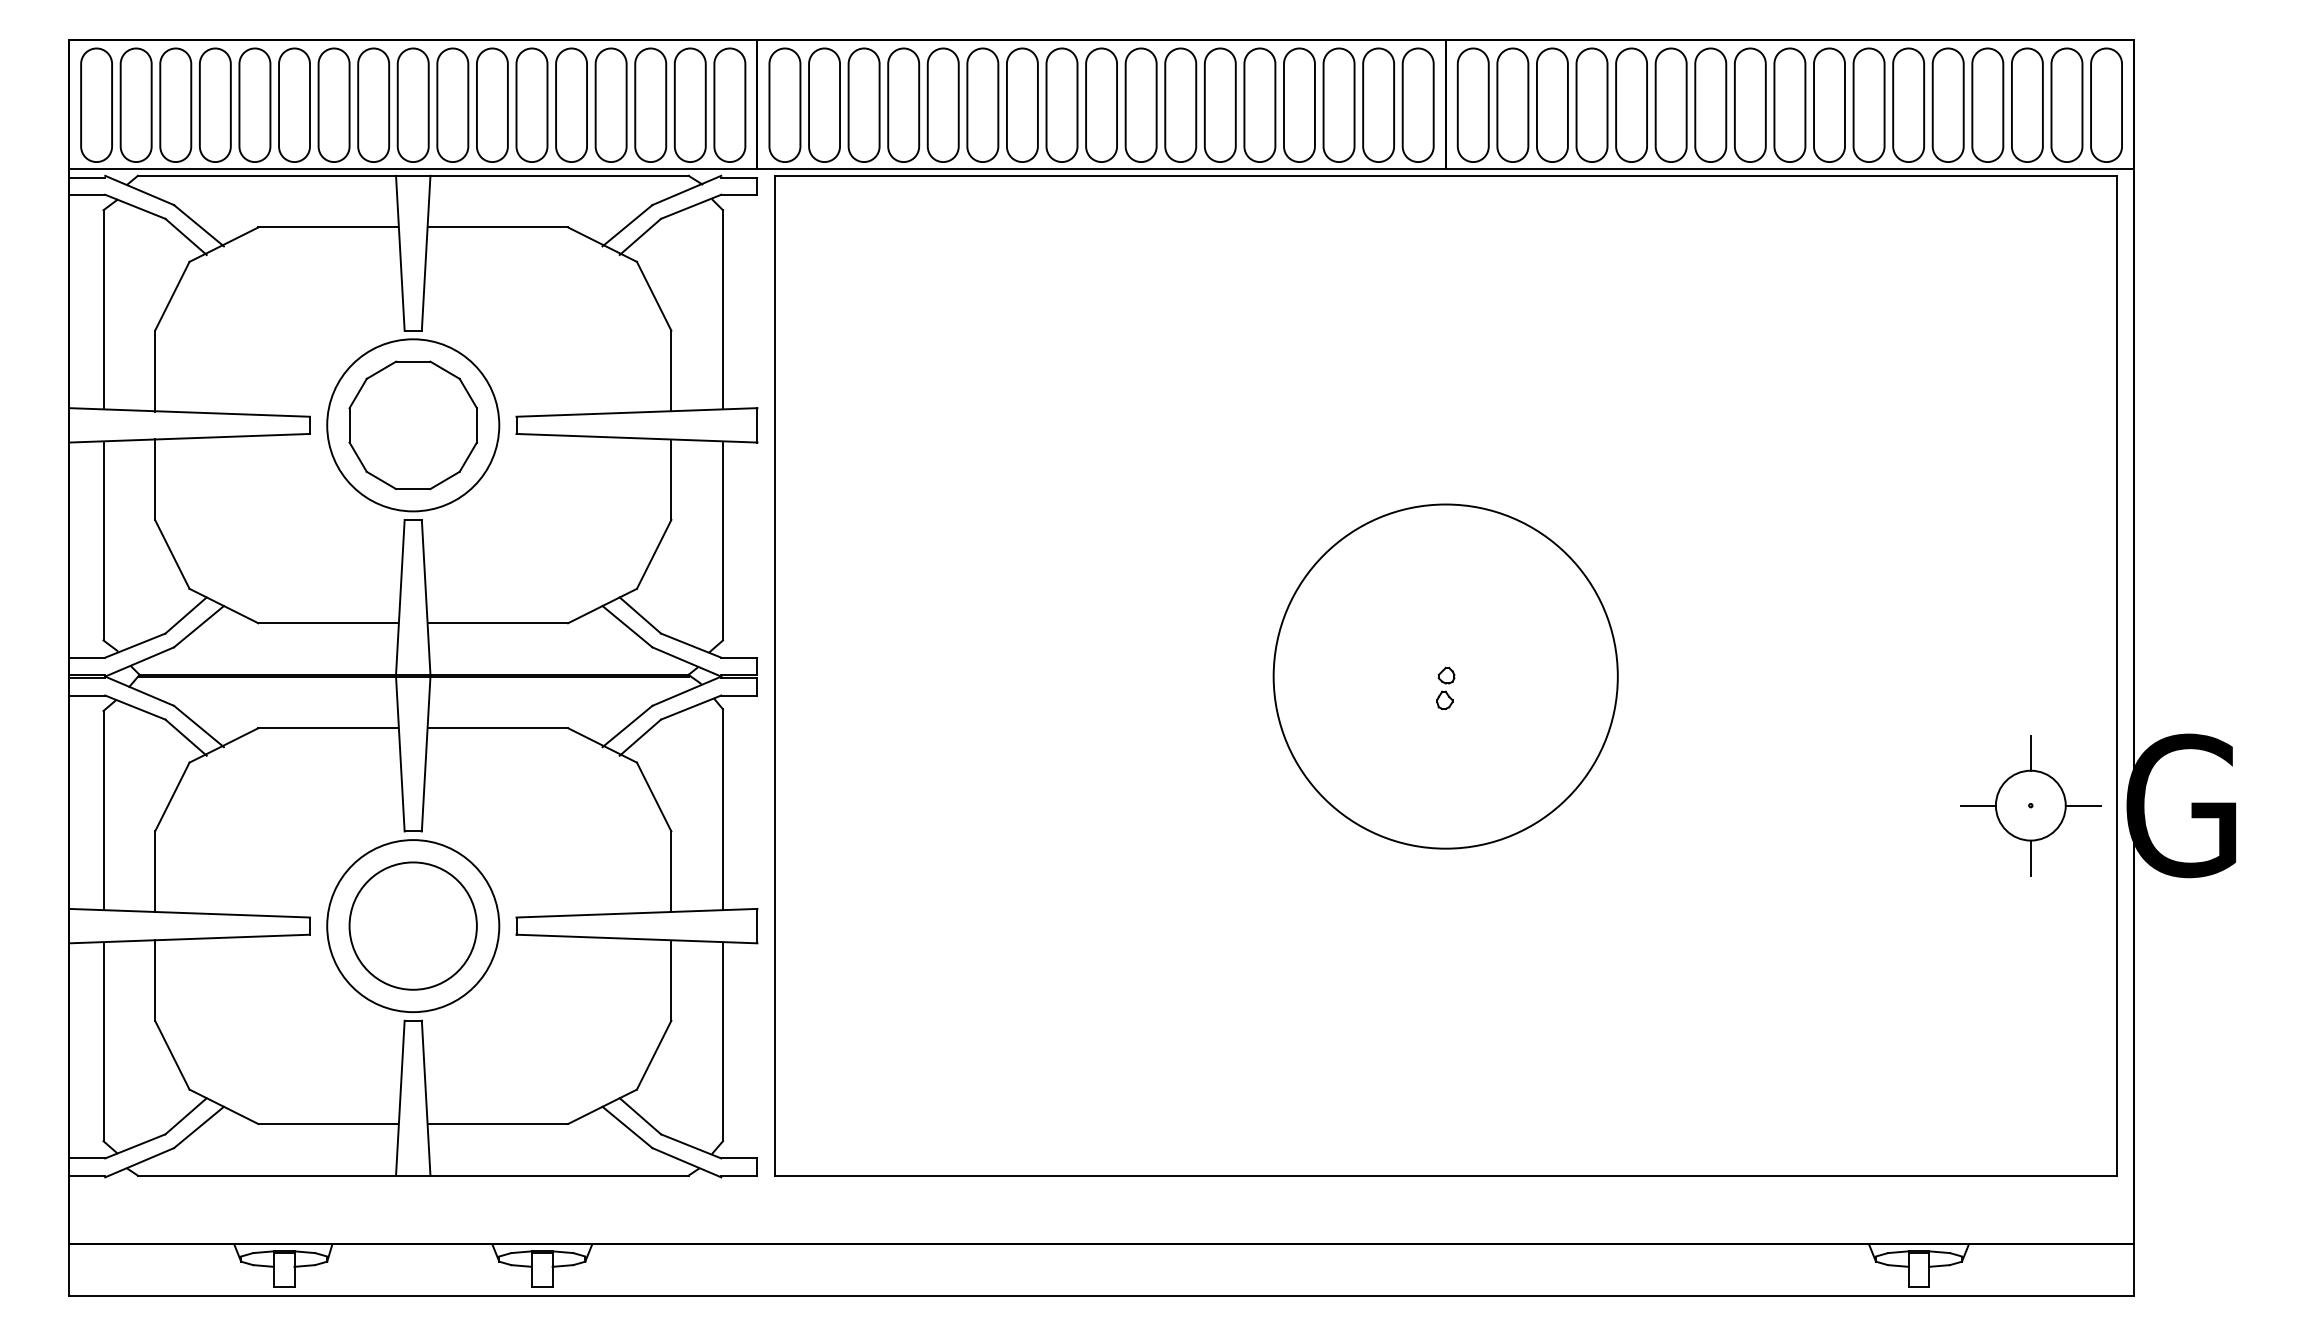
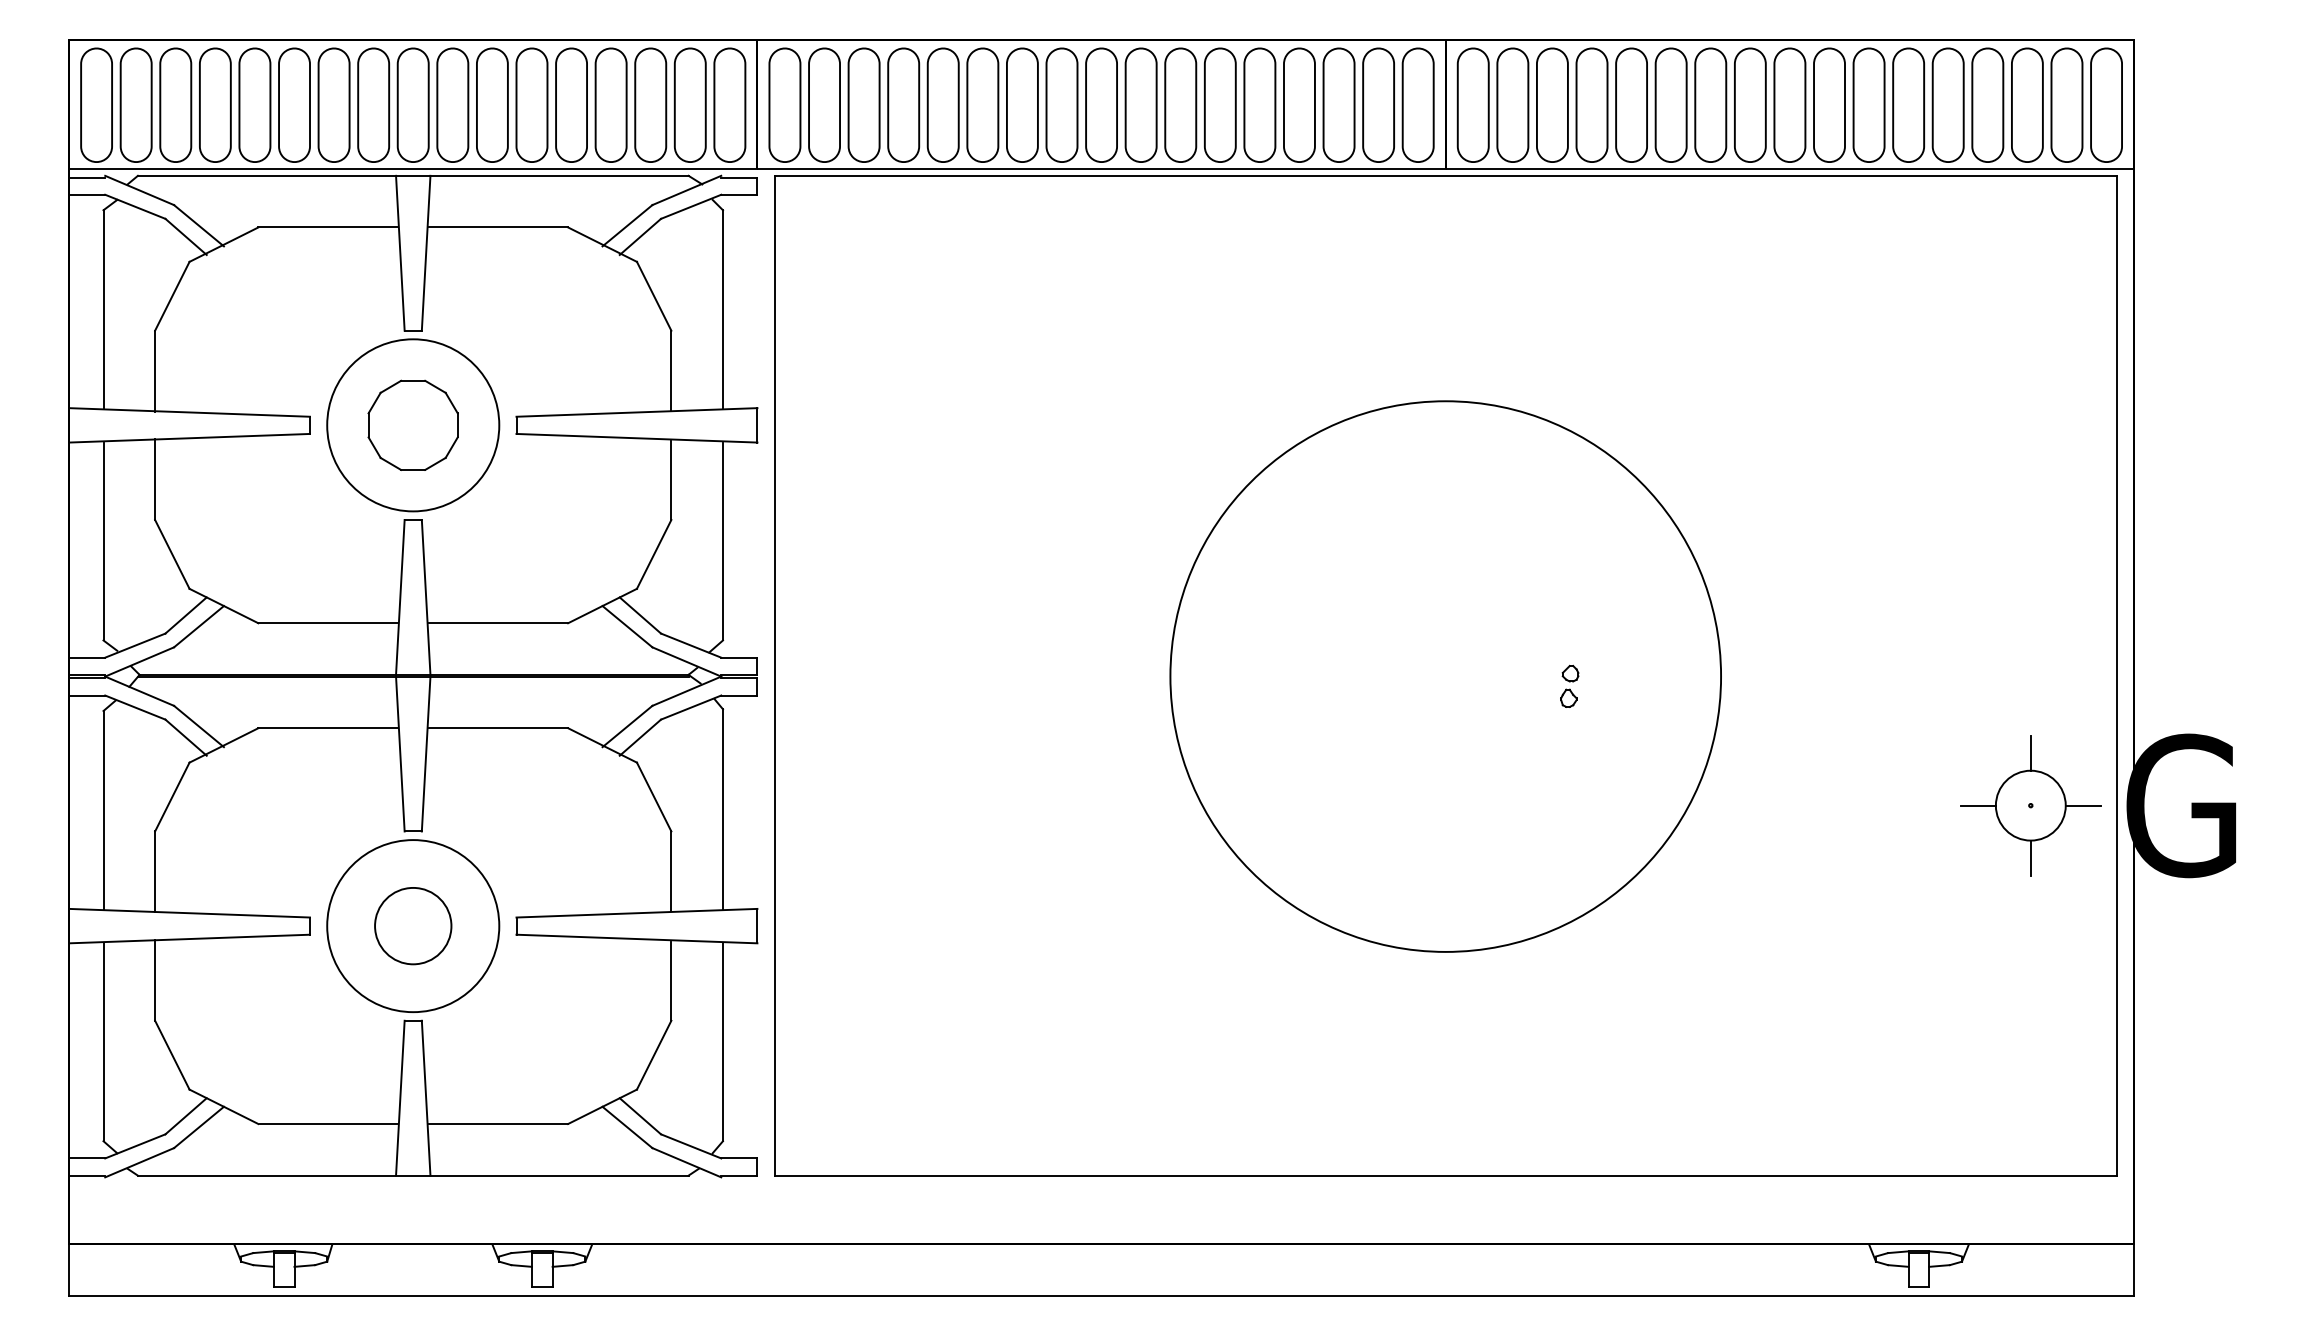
part at (412, 425) size: 130x131 px -> 92x92 px
circle at (1445, 676) diameter: 344 px -> 551 px
part at (1445, 687) position: (1445, 687) -> (1569, 685)
circle at (412, 925) diameter: 127 px -> 76 px
